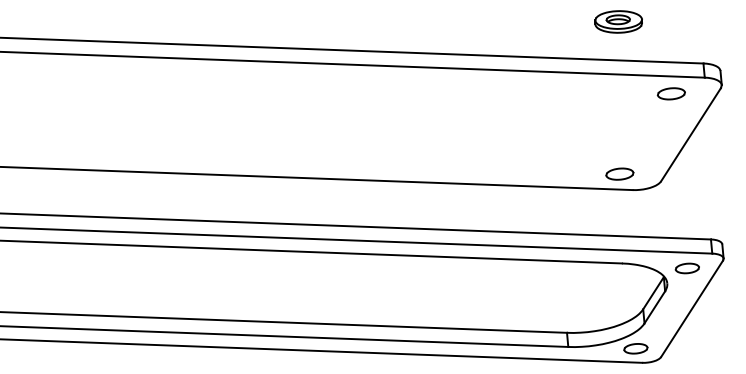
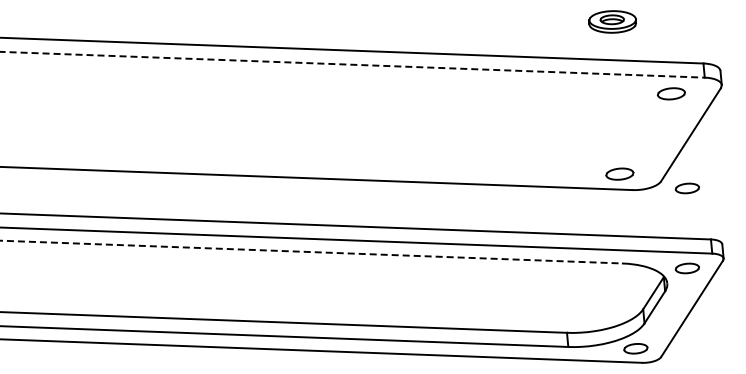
part at (618, 21) position: (618, 21) -> (612, 21)
line at (353, 64): solid -> dashed
part at (686, 188): none -> present
line at (311, 252): solid -> dashed
